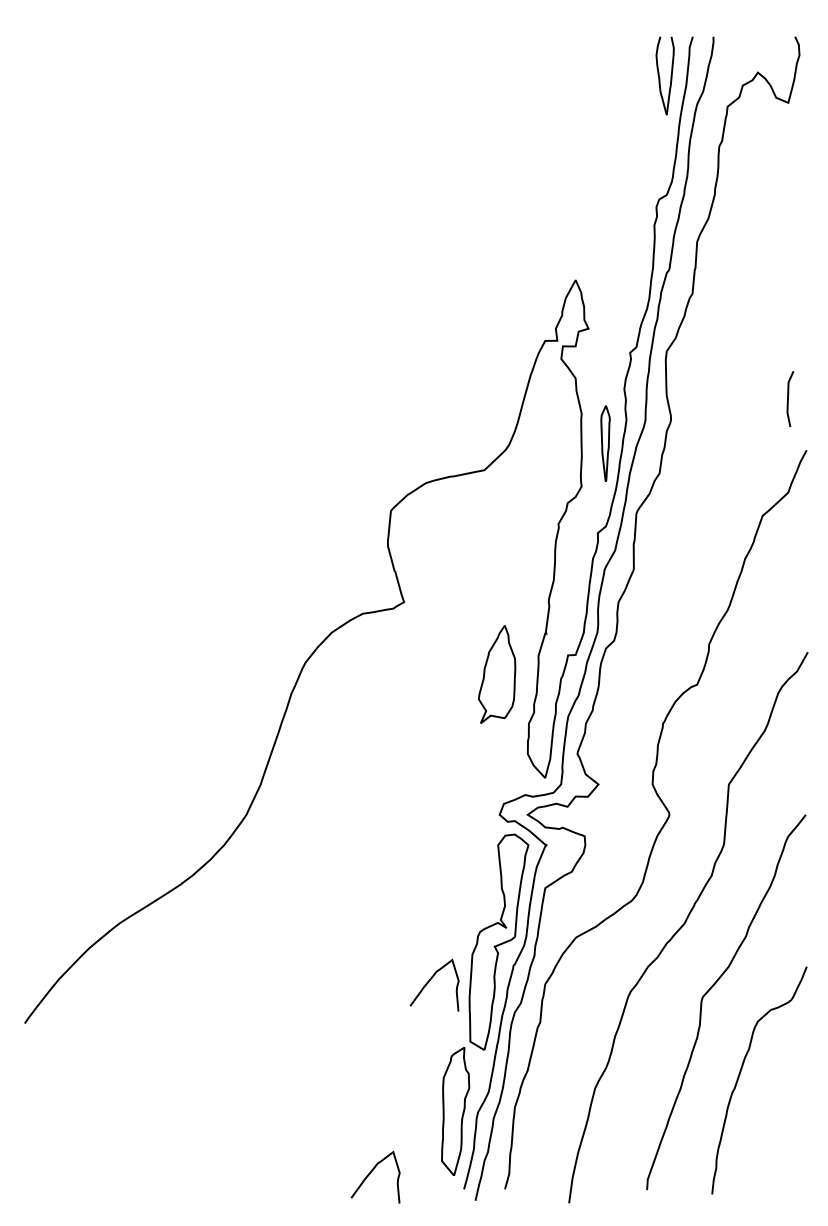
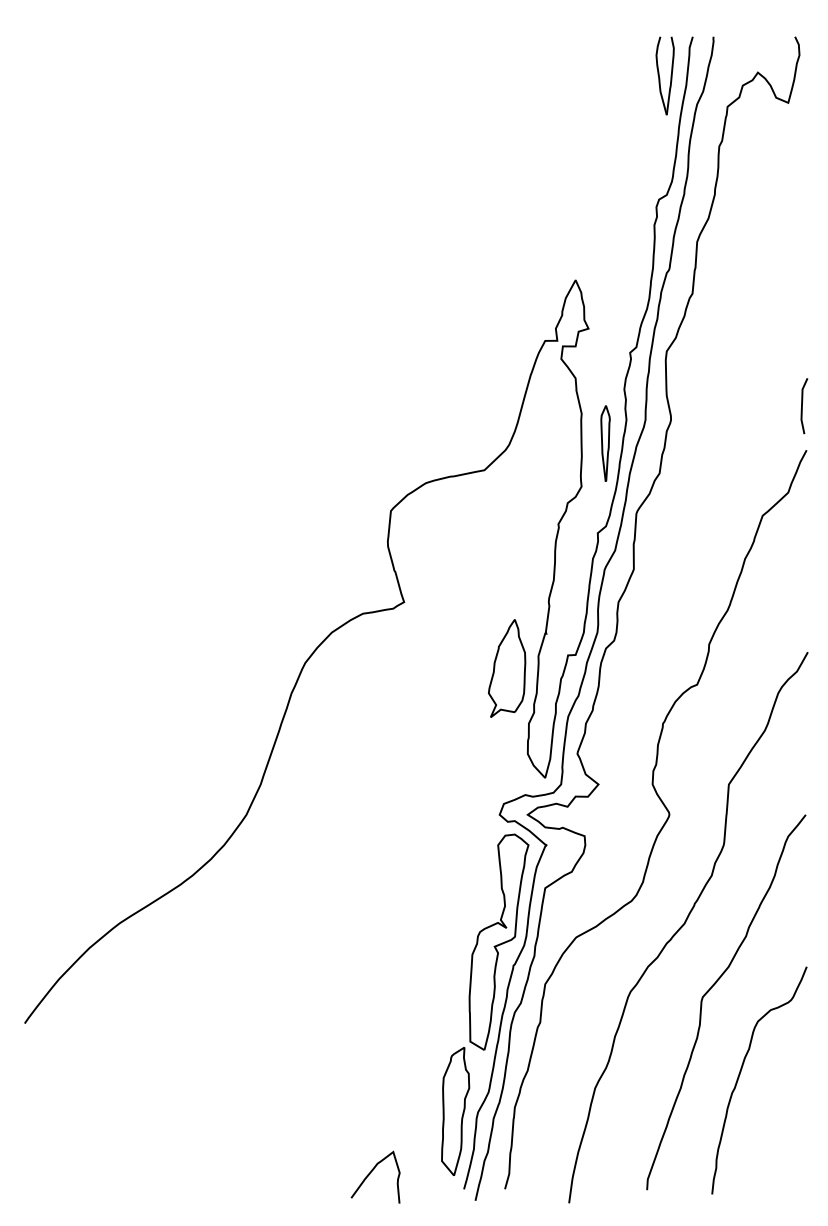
curve at (788, 399) position: (788, 399) -> (802, 406)
part at (497, 674) position: (497, 674) -> (507, 668)
curve at (429, 982): present -> none
